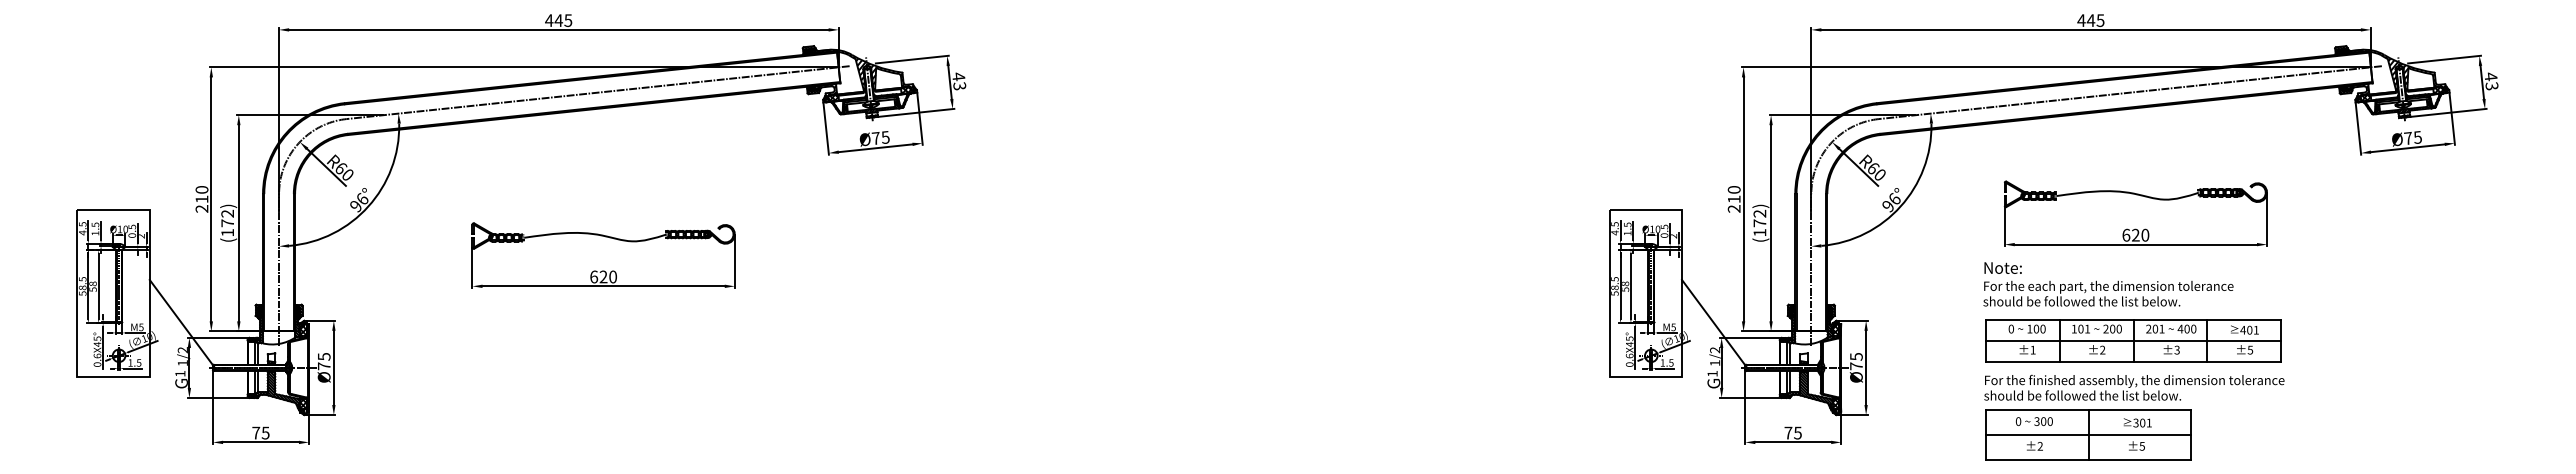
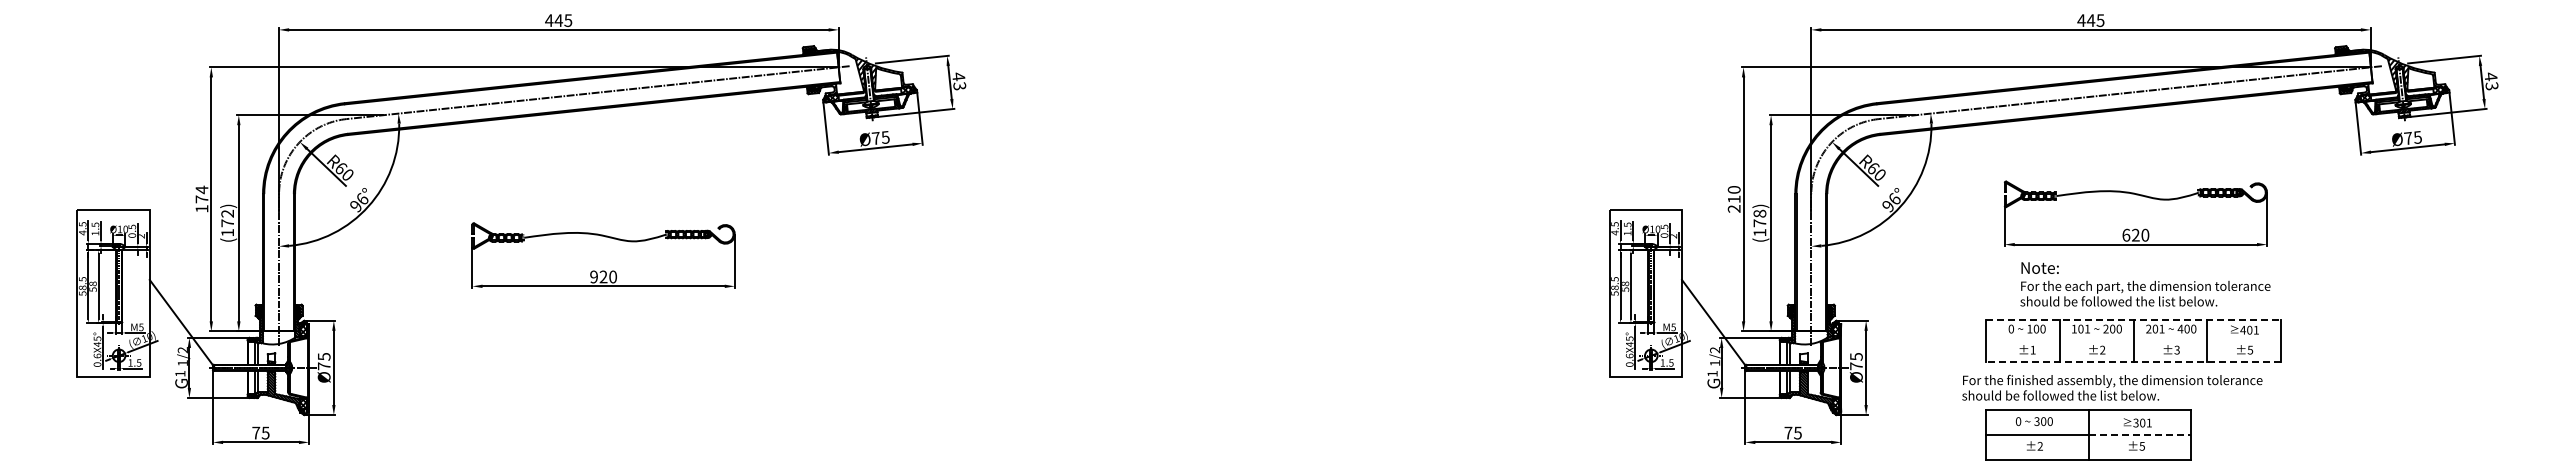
text at (201, 198): 210 -> 174
text at (1759, 213): (172) -> (178)
text at (594, 276): 620 -> 920
text at (2108, 284) position: (2108, 284) -> (2145, 284)
line at (2134, 319): solid -> dashed
line at (2133, 340): present -> none
line at (2133, 361): solid -> dashed
text at (2134, 387) position: (2134, 387) -> (2112, 387)
line at (2140, 434): solid -> dashed
